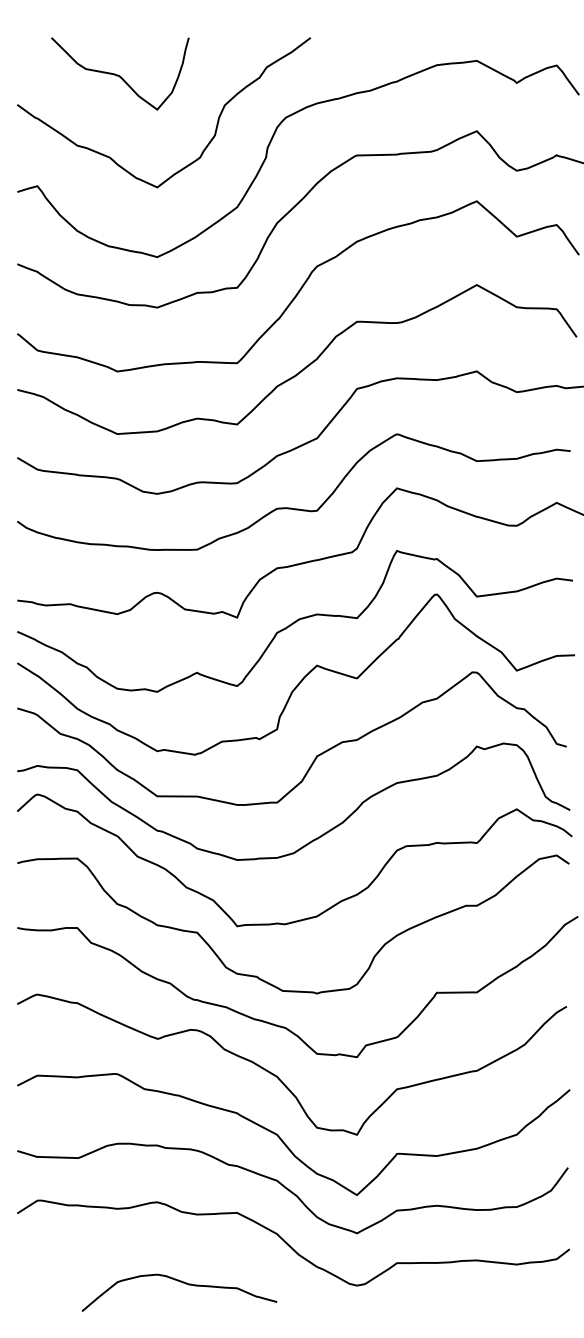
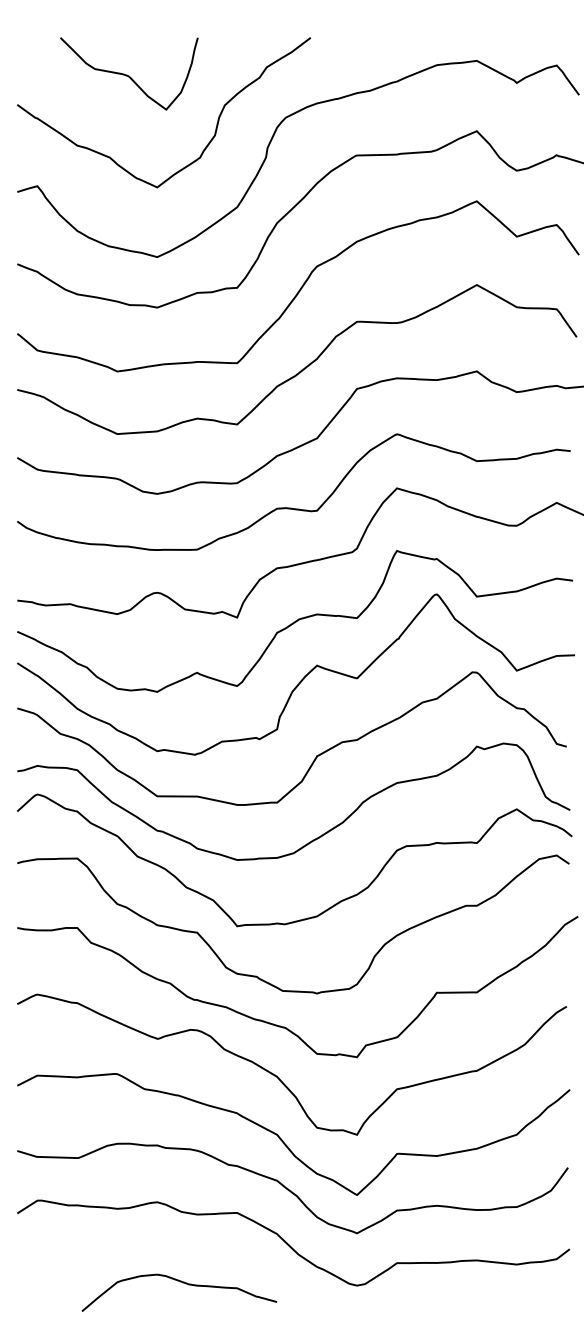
curve at (120, 75) position: (120, 75) -> (129, 75)
